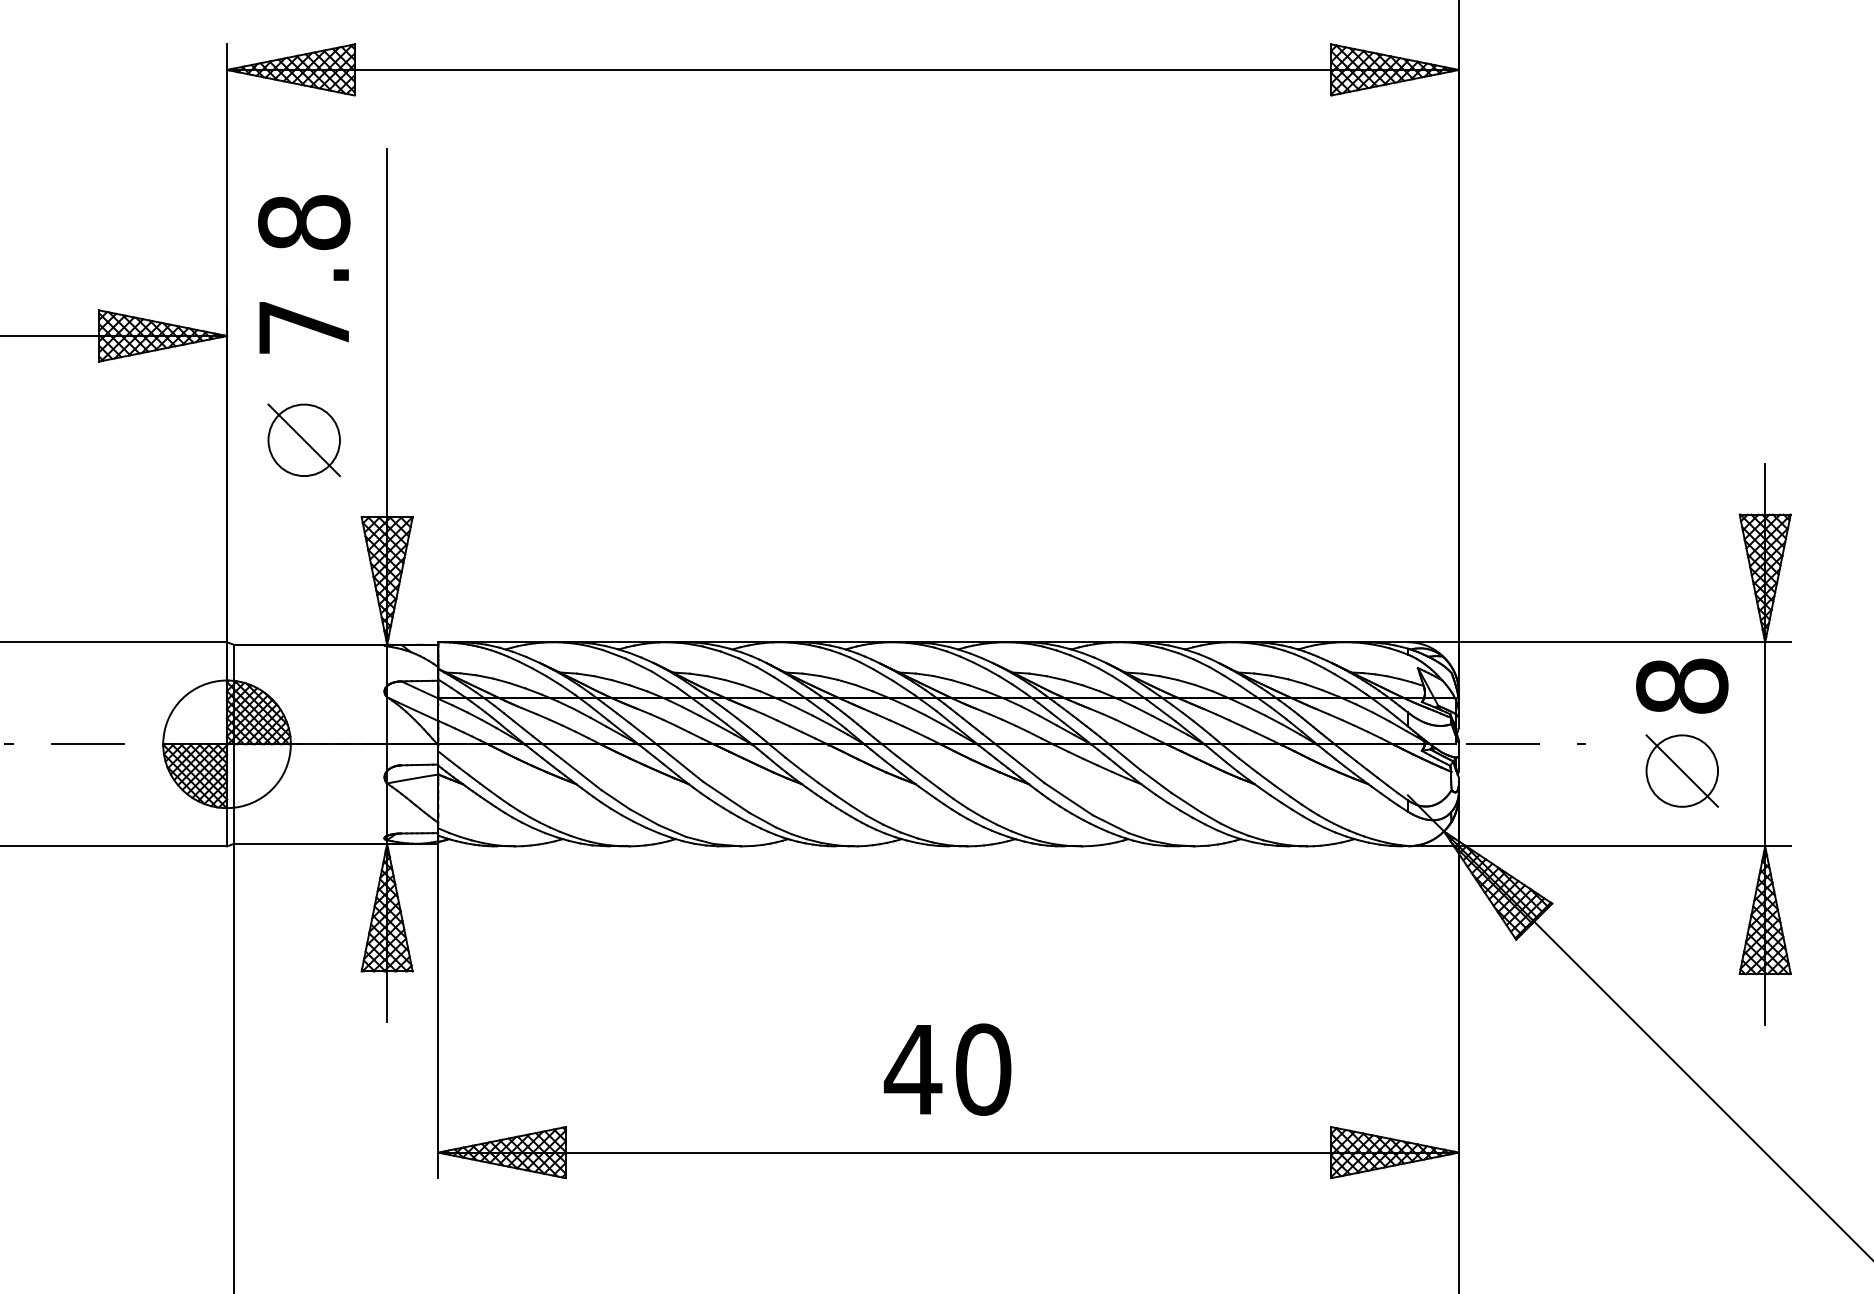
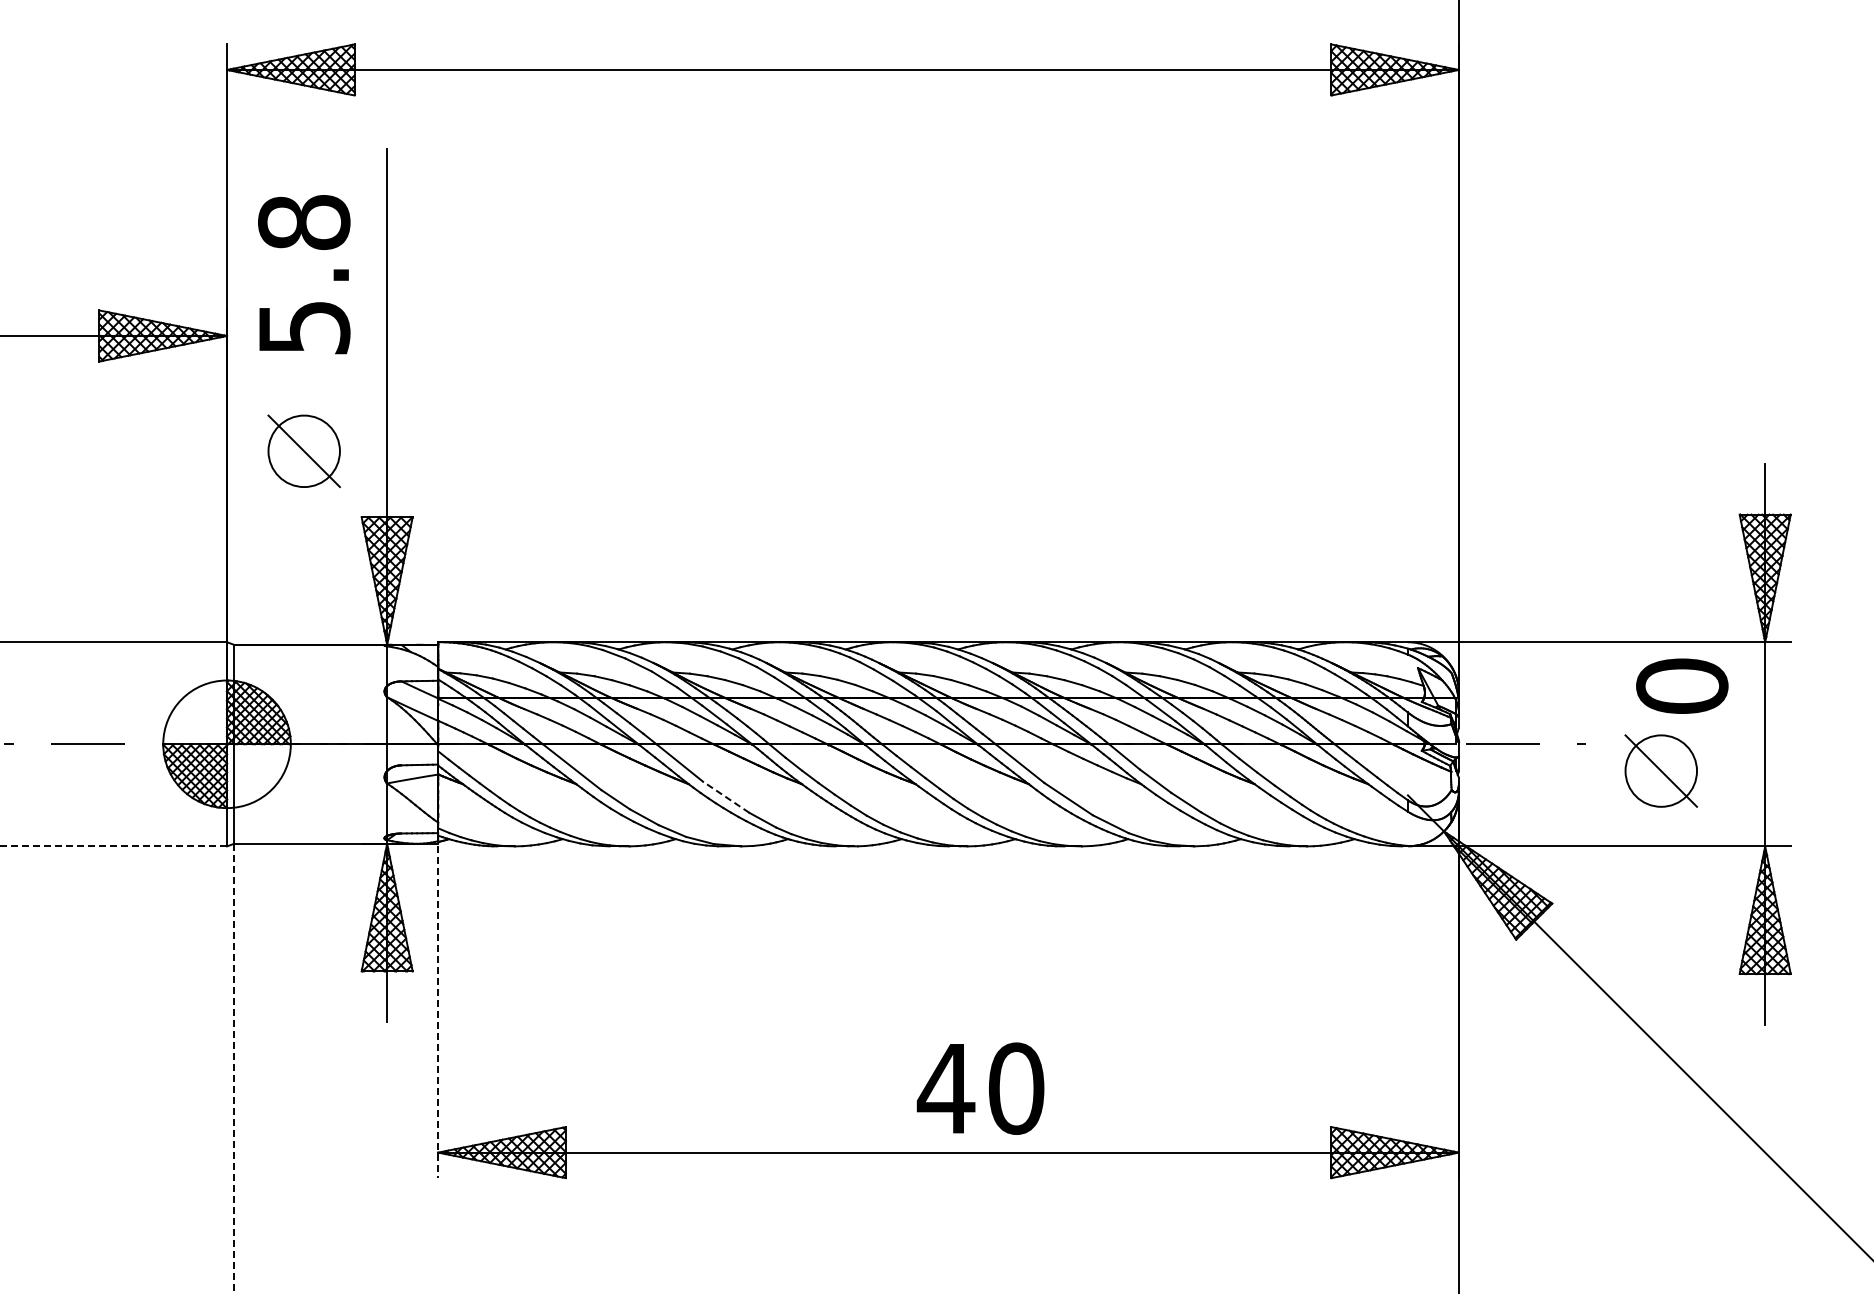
text at (304, 328): 7.8 -> 5.8
part at (303, 439) position: (303, 439) -> (303, 450)
text at (1682, 685): 8 -> 0
part at (1681, 770) position: (1681, 770) -> (1660, 770)
line at (726, 797): solid -> dashed
line at (114, 846): solid -> dashed
line at (438, 1012): solid -> dashed
line at (234, 1068): solid -> dashed
text at (947, 1069) position: (947, 1069) -> (980, 1088)
